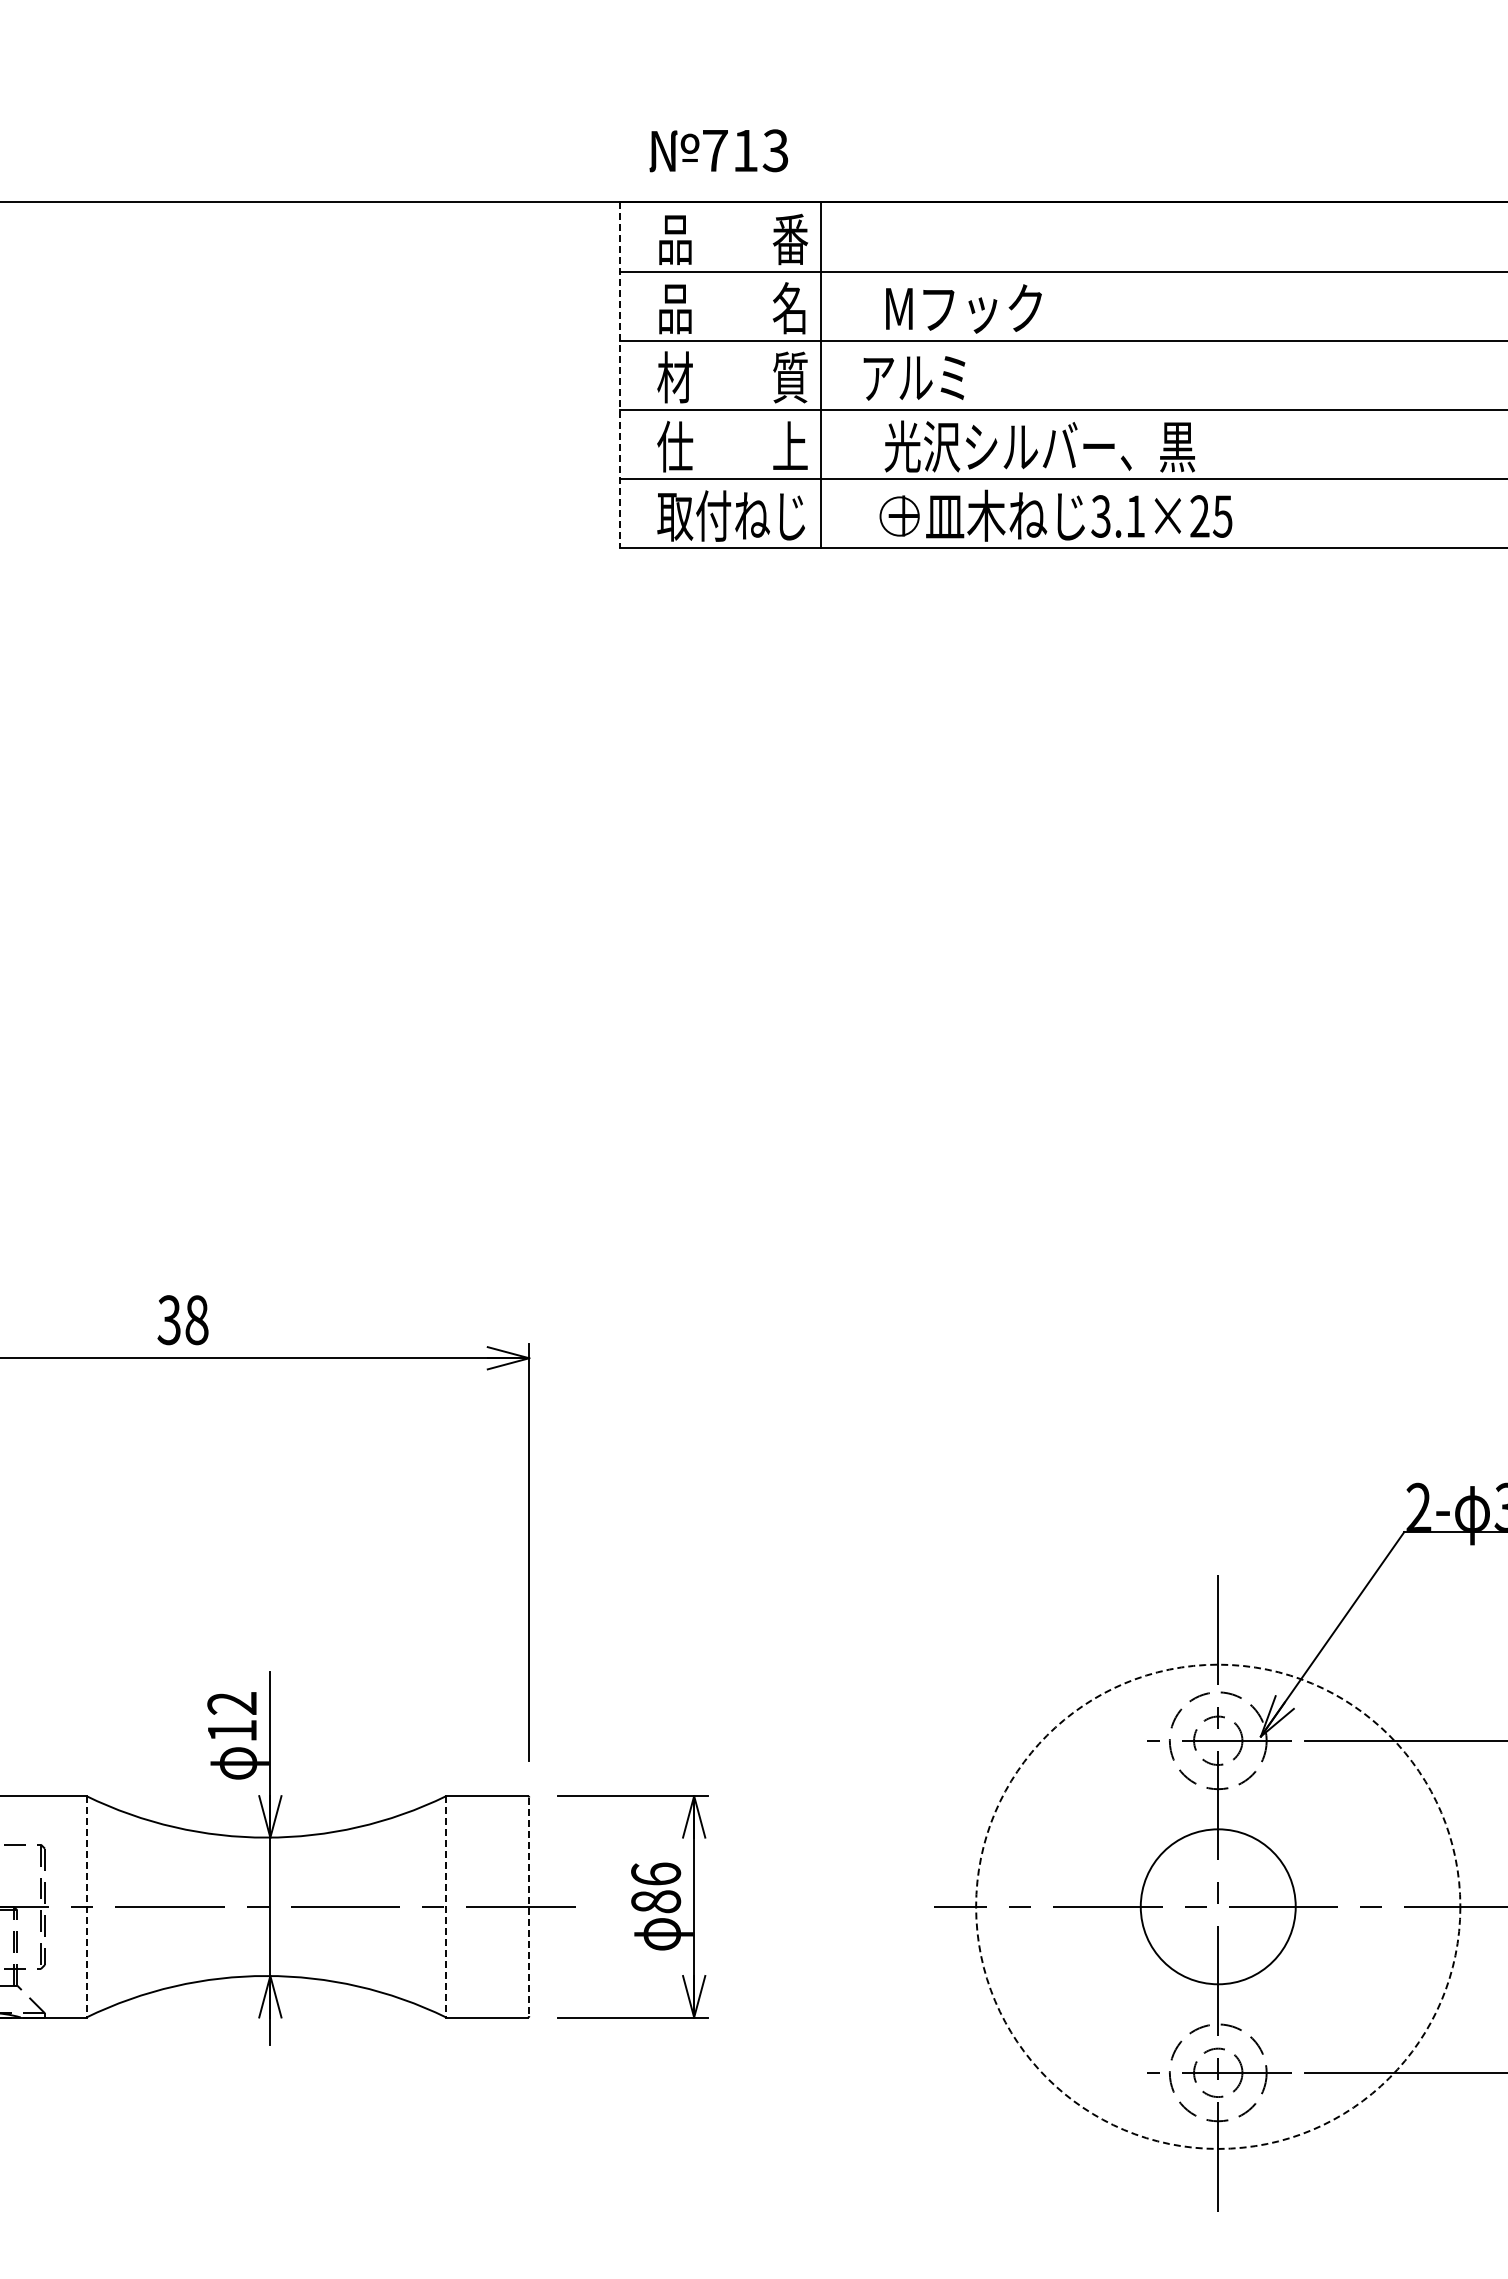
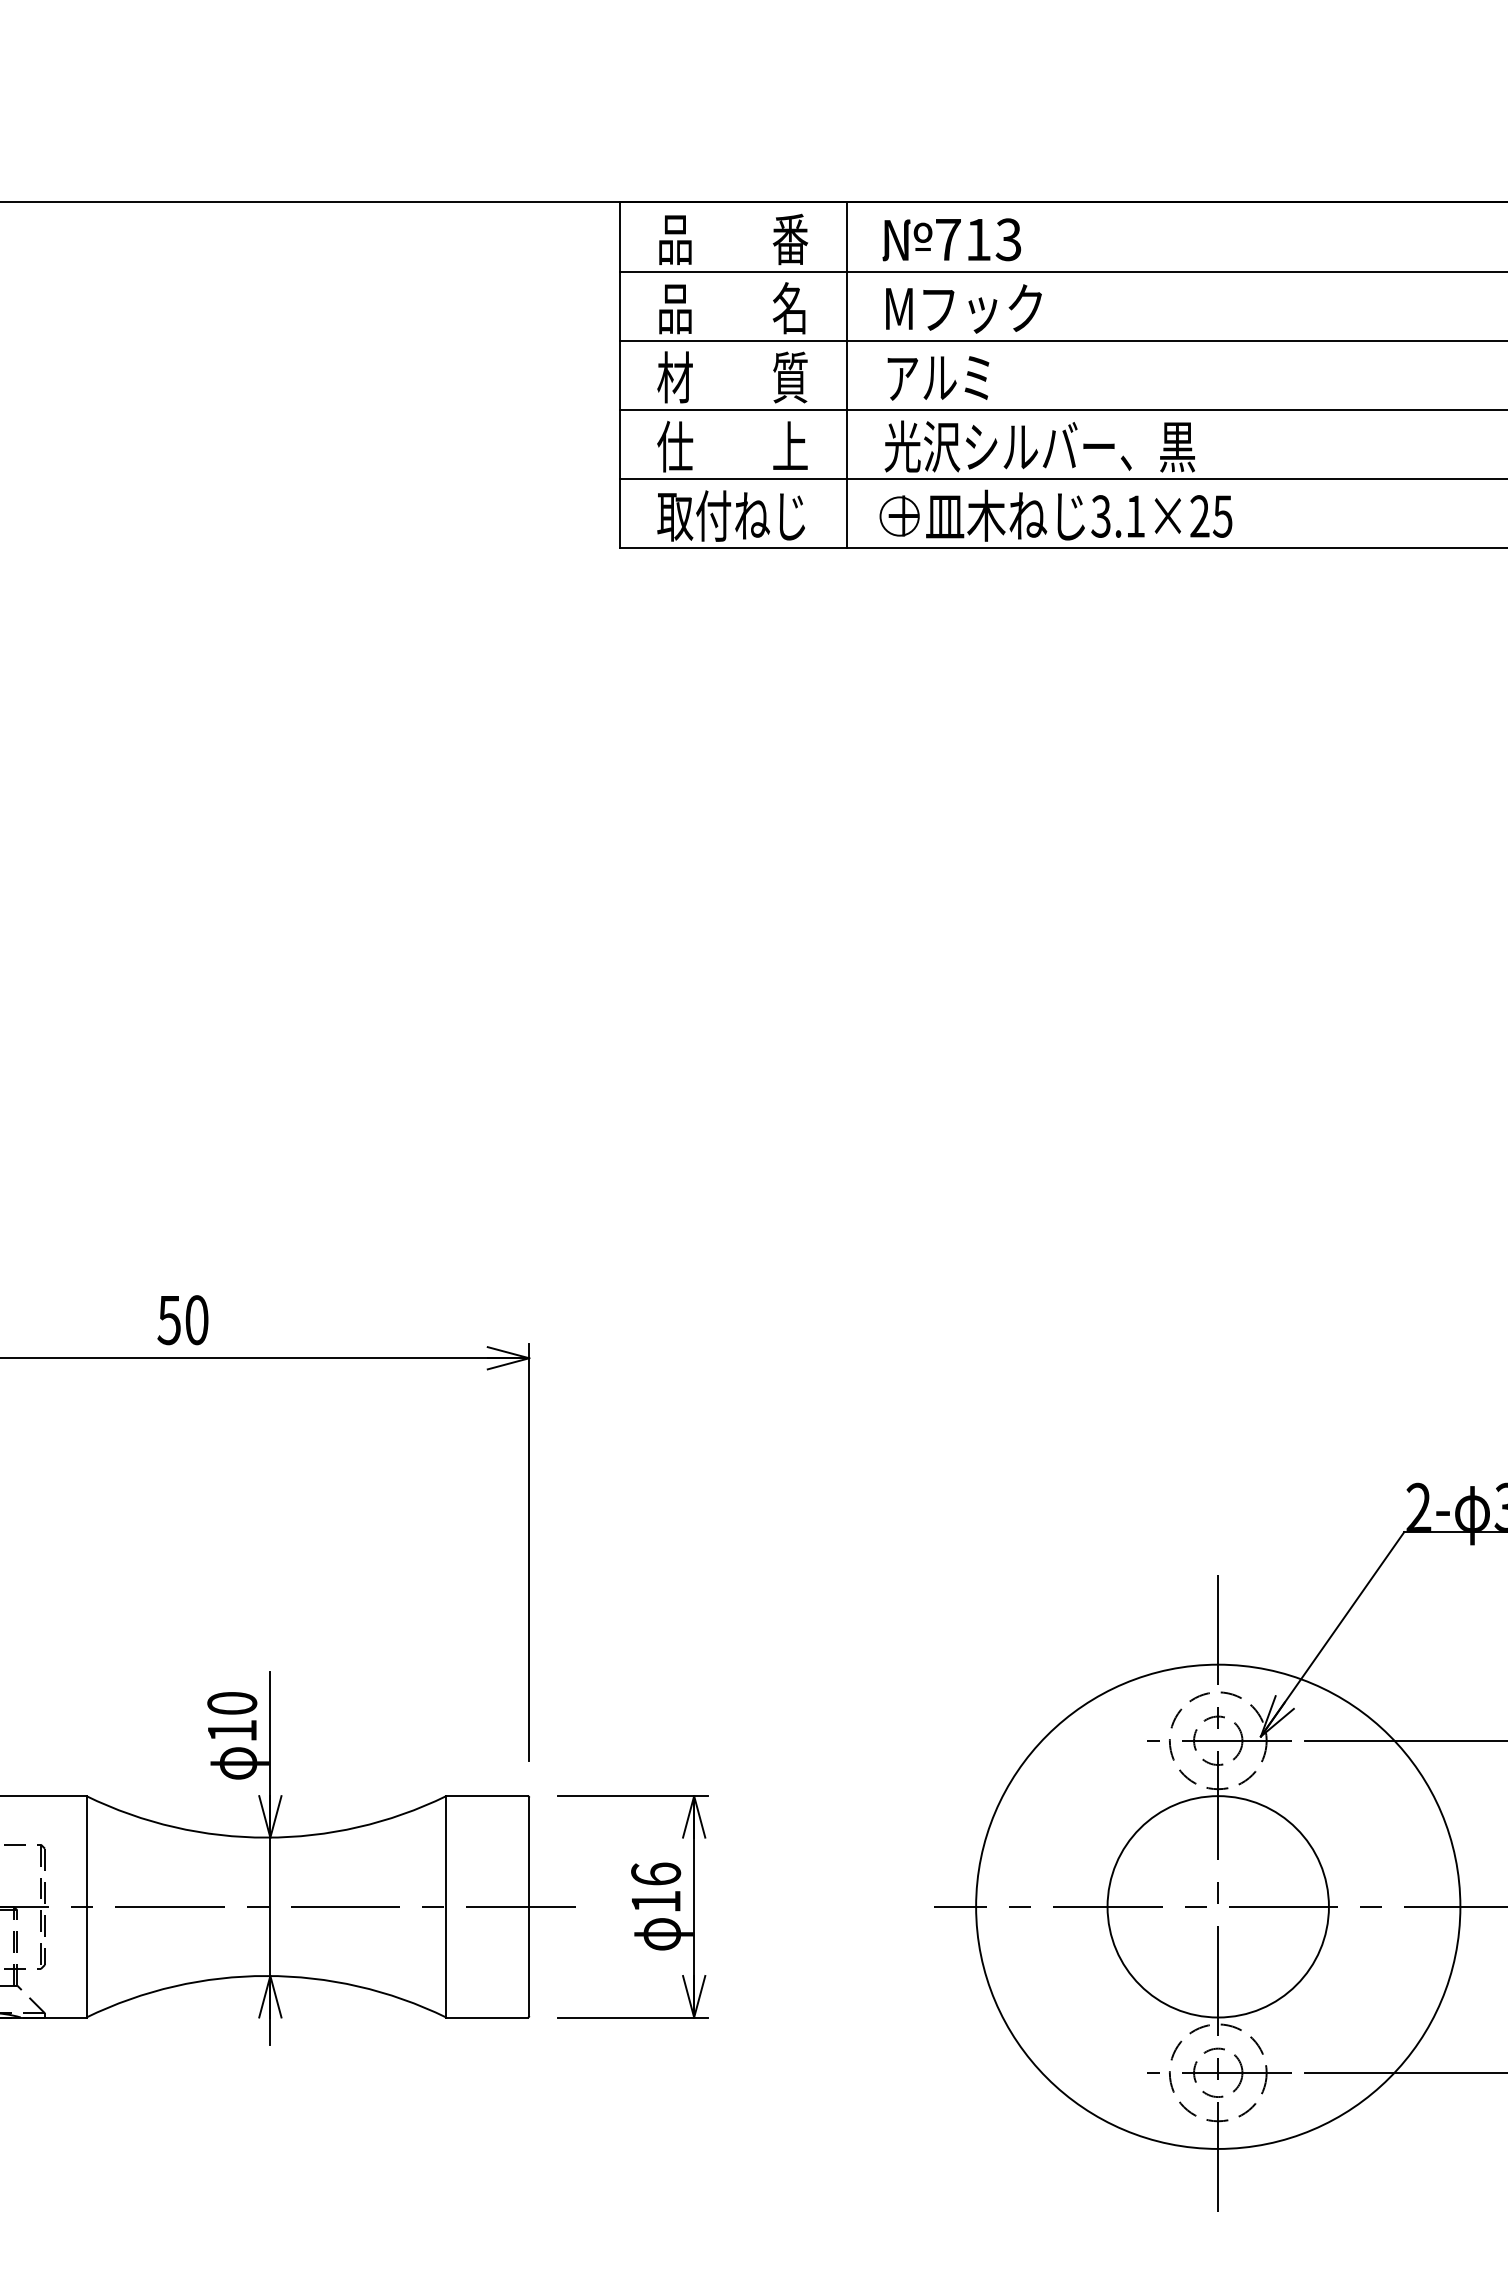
text at (718, 150) position: (718, 150) -> (951, 239)
line at (619, 375): dashed -> solid
line at (820, 375) position: (820, 375) -> (846, 375)
text at (914, 378) position: (914, 378) -> (938, 378)
text at (182, 1319): 38 -> 50
text at (232, 1703): 12 -> 10
text at (656, 1901): 86 -> 16
line at (86, 1906): dashed -> solid
line at (446, 1906): dashed -> solid
circle at (1217, 1906) diameter: 155 px -> 221 px
circle at (1218, 1906): dashed -> solid
line at (529, 1907): dashed -> solid
